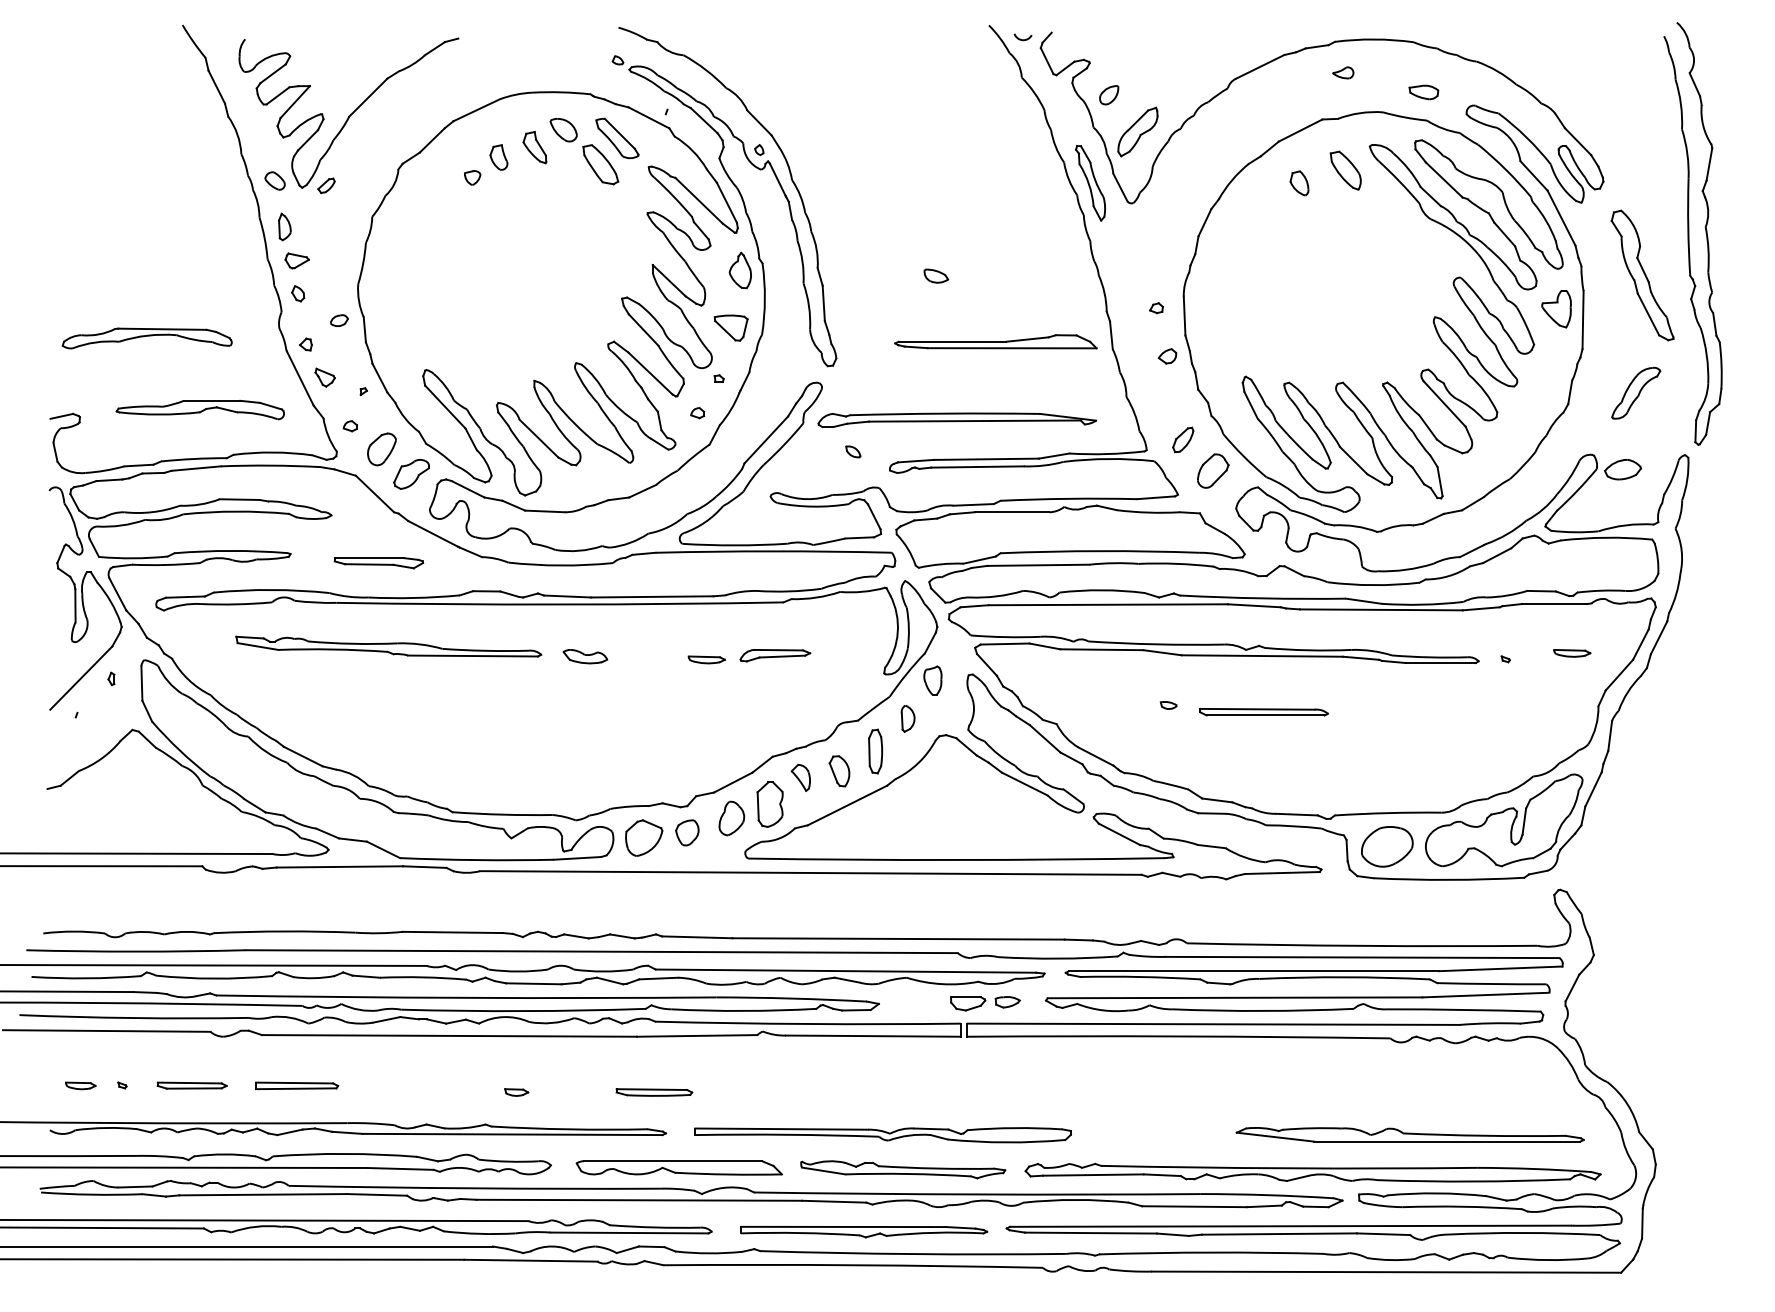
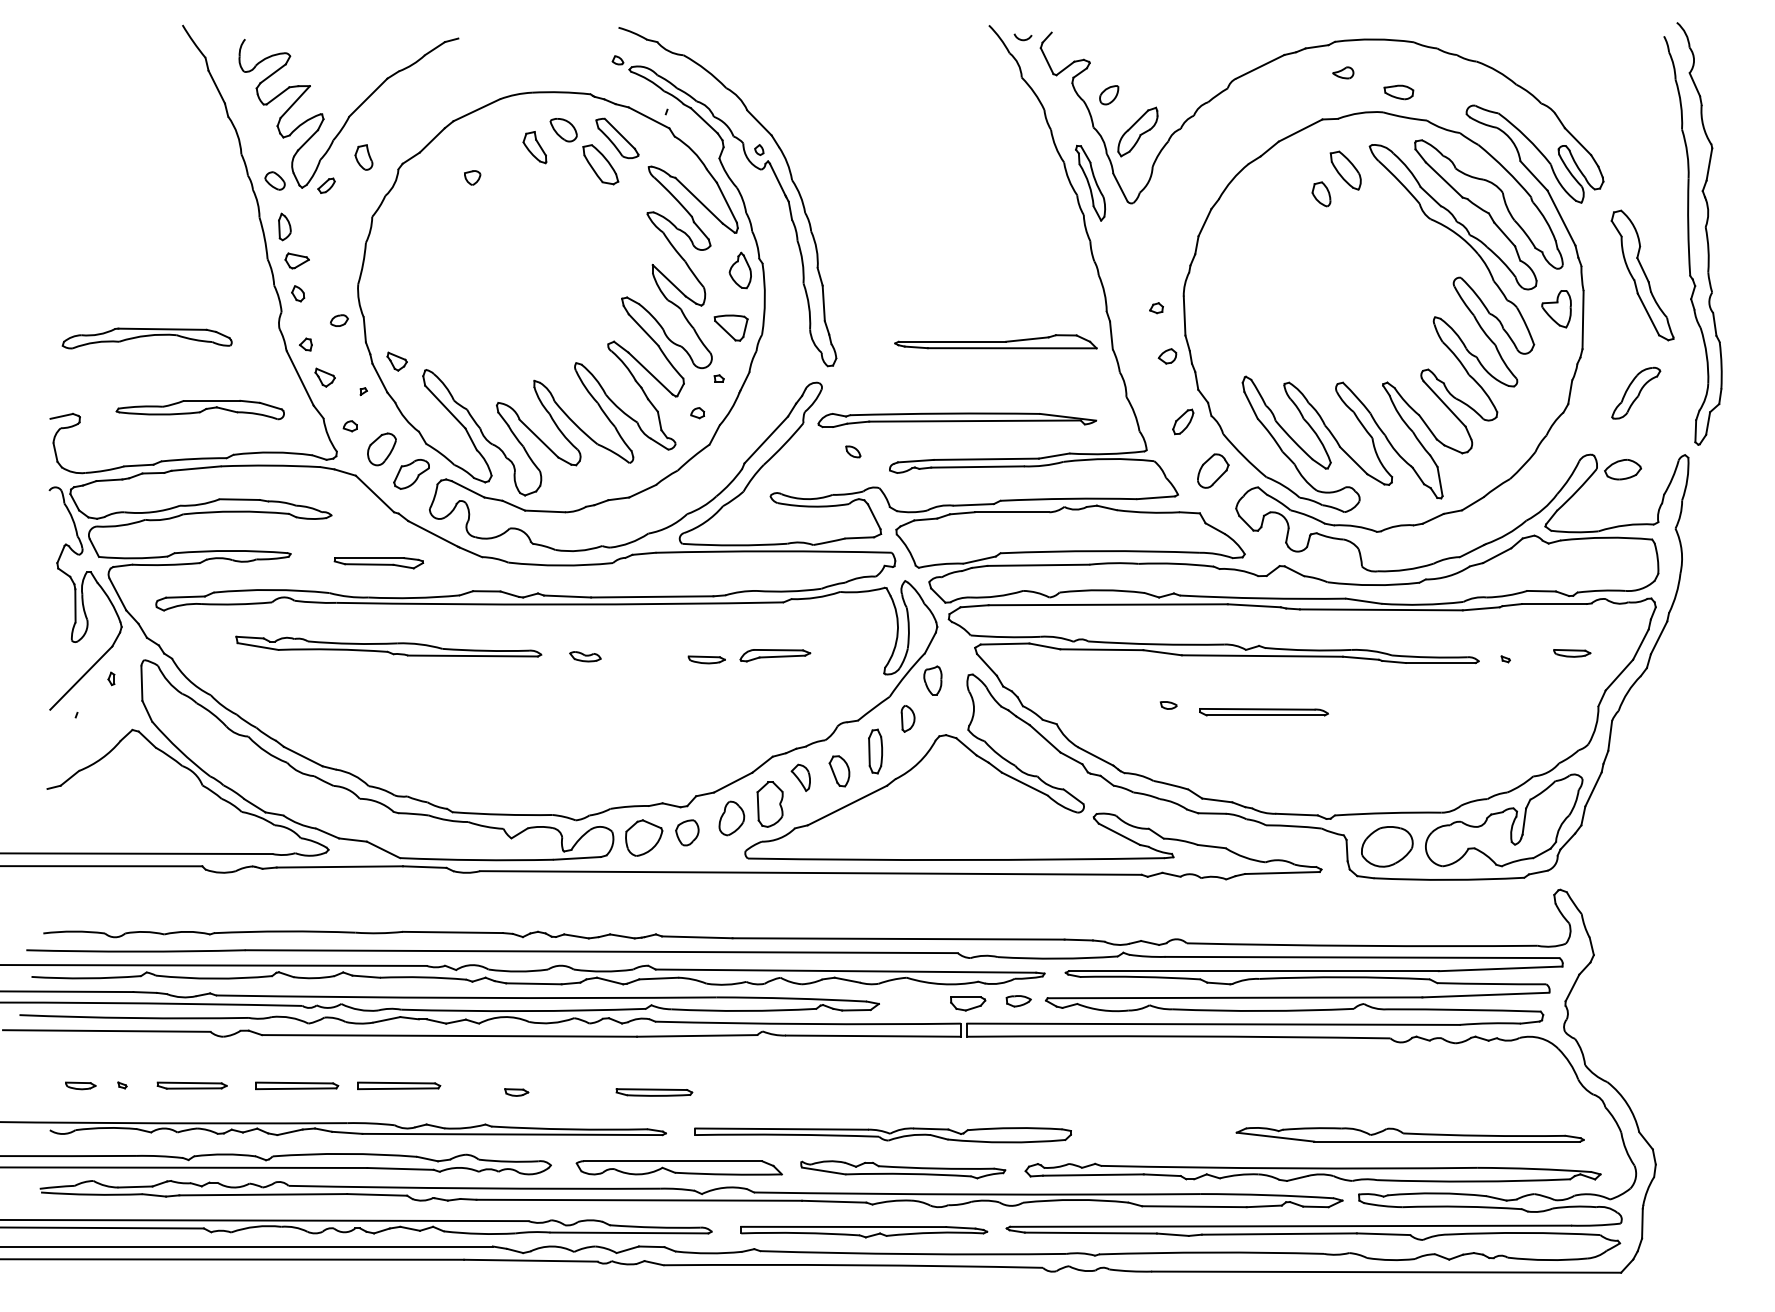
part at (1423, 92) position: (1423, 92) -> (1398, 92)
part at (498, 157) position: (498, 157) -> (363, 157)
part at (1299, 183) position: (1299, 183) -> (1321, 194)
part at (936, 275): present -> none
part at (396, 361): none -> present
part at (1183, 439) position: (1183, 439) -> (1183, 421)
part at (585, 656) size: 47x16 px -> 33x12 px
part at (1007, 1002) position: (1007, 1002) -> (1018, 1001)
part at (399, 1085): none -> present
